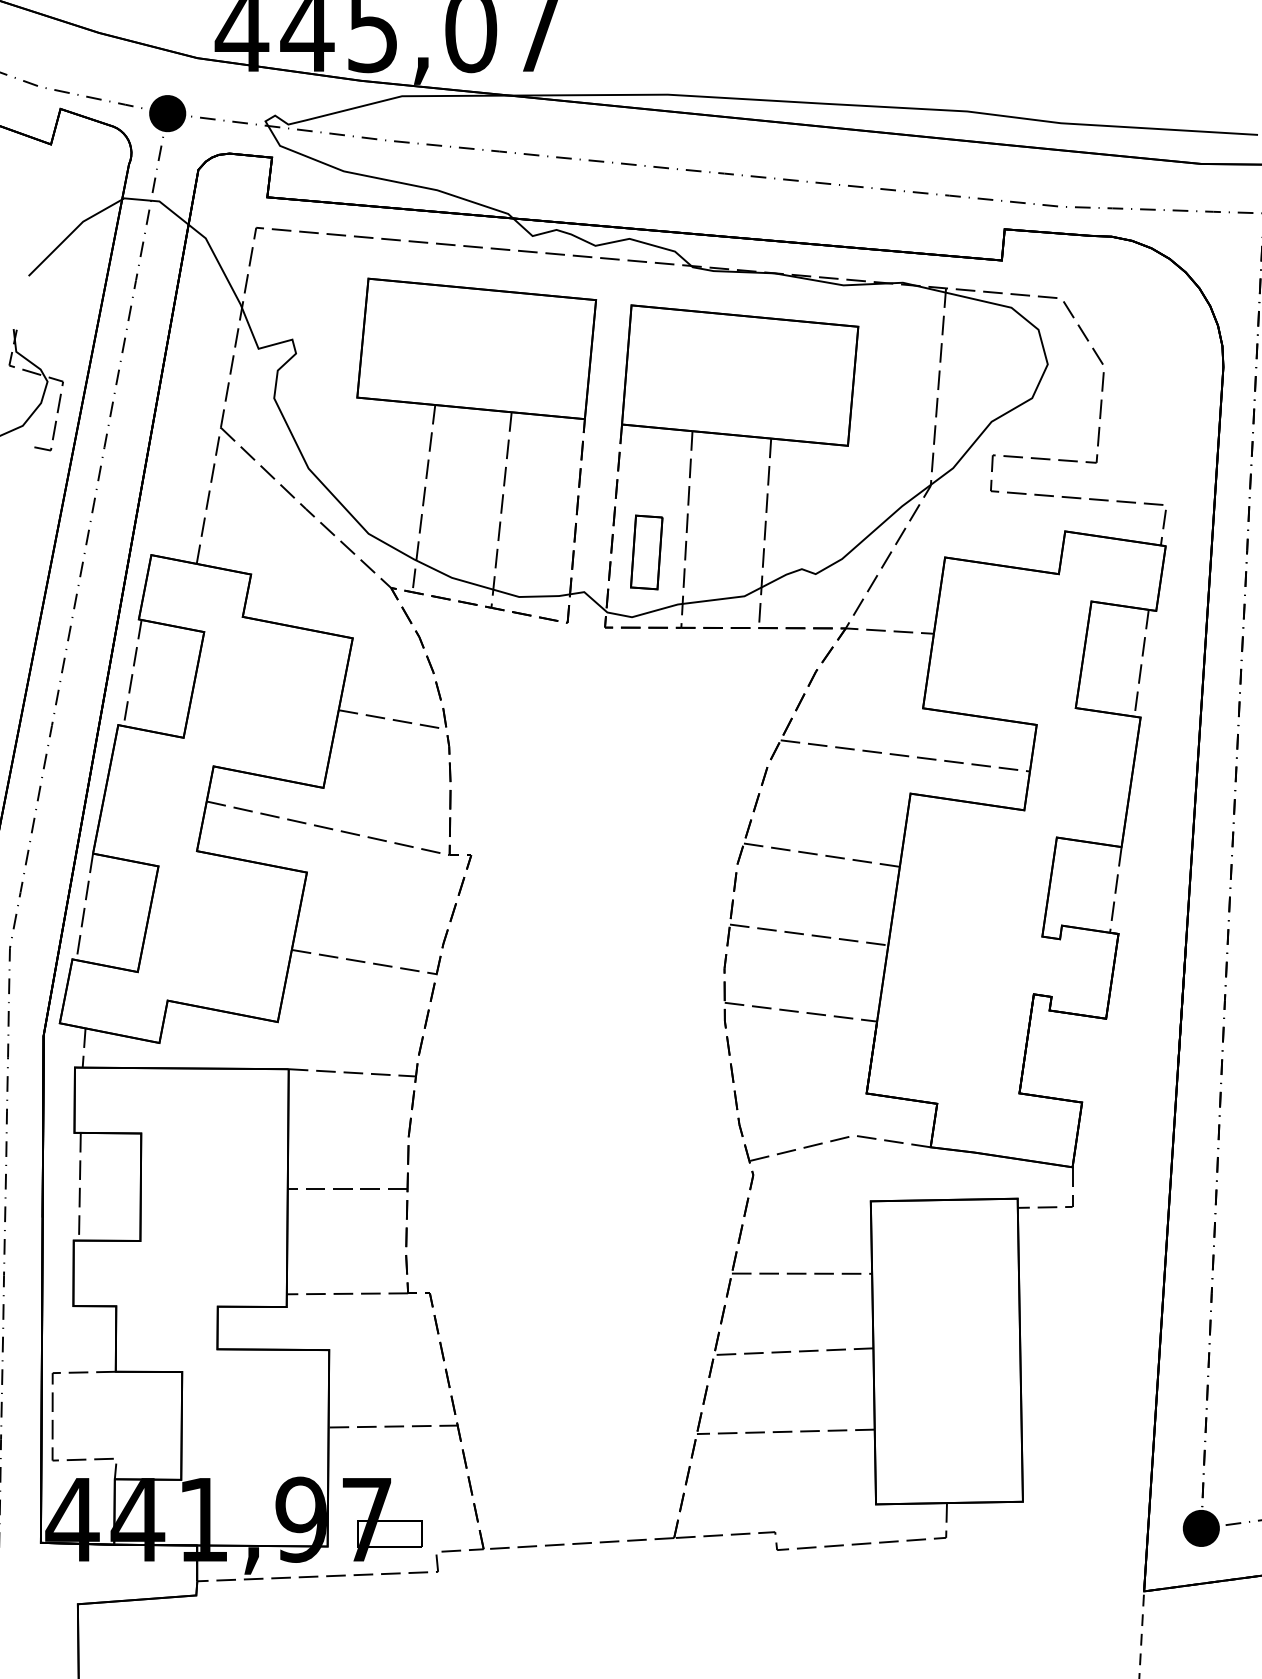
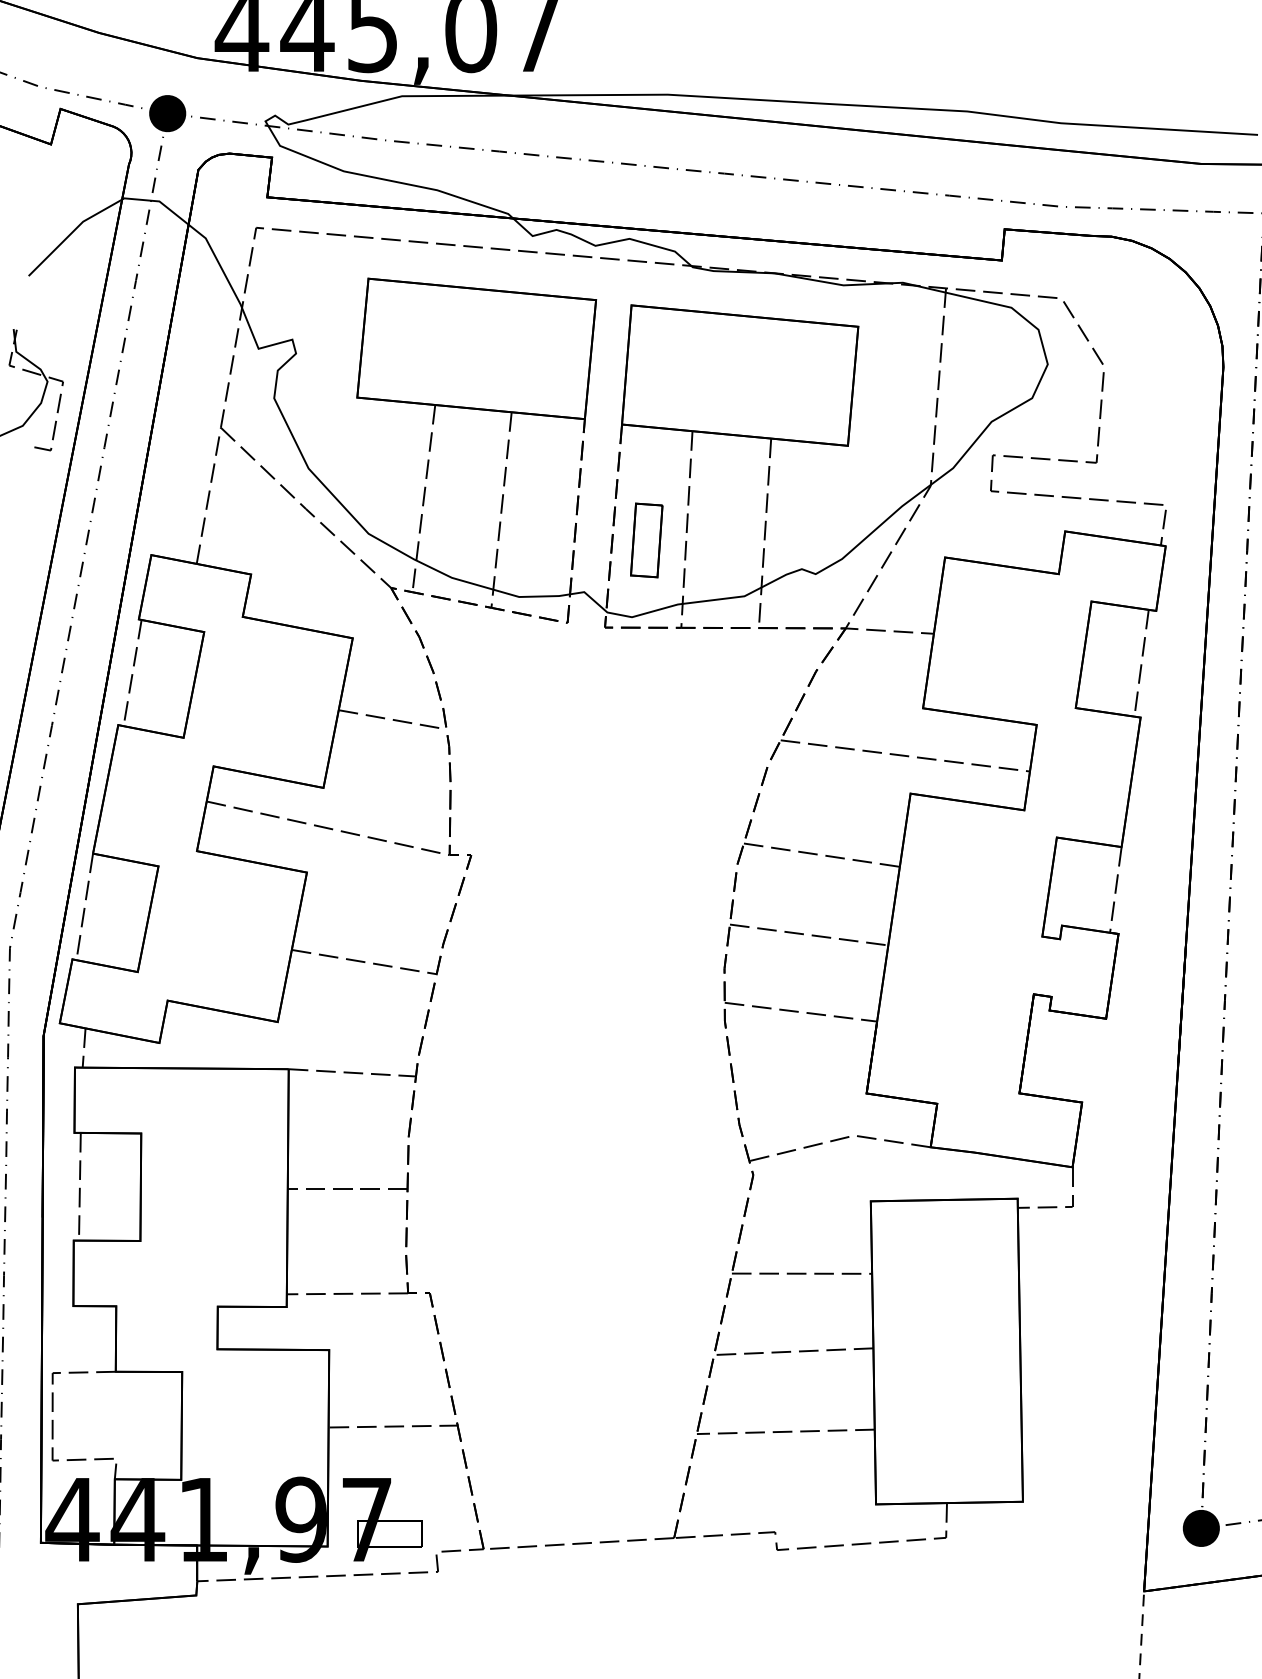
part at (646, 552) position: (646, 552) -> (646, 540)
